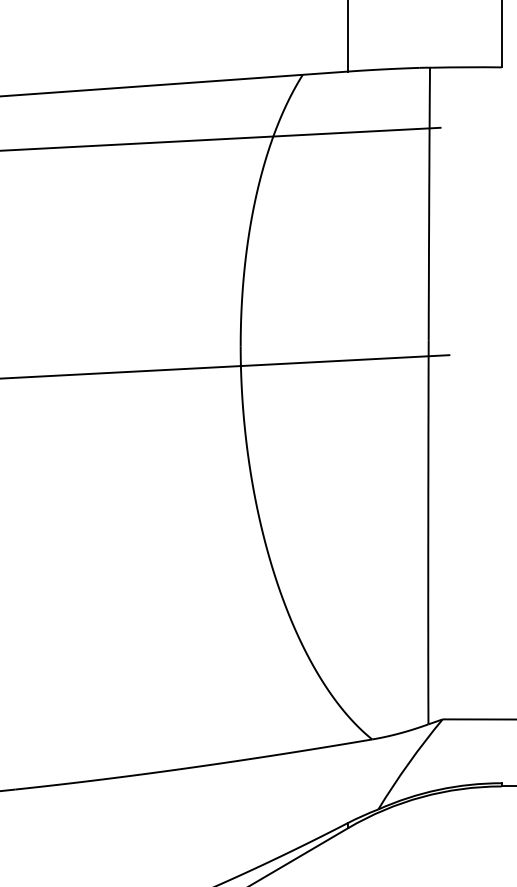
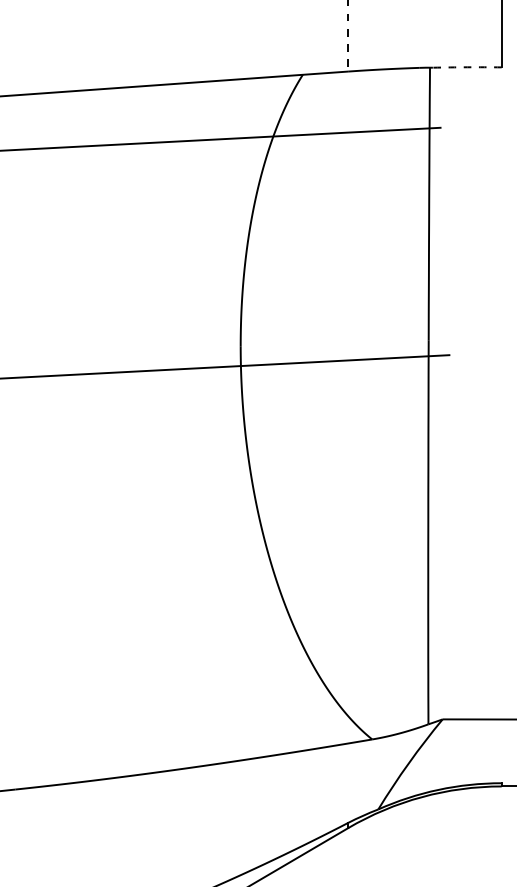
line at (348, 36): solid -> dashed
arc at (467, 67): solid -> dashed
